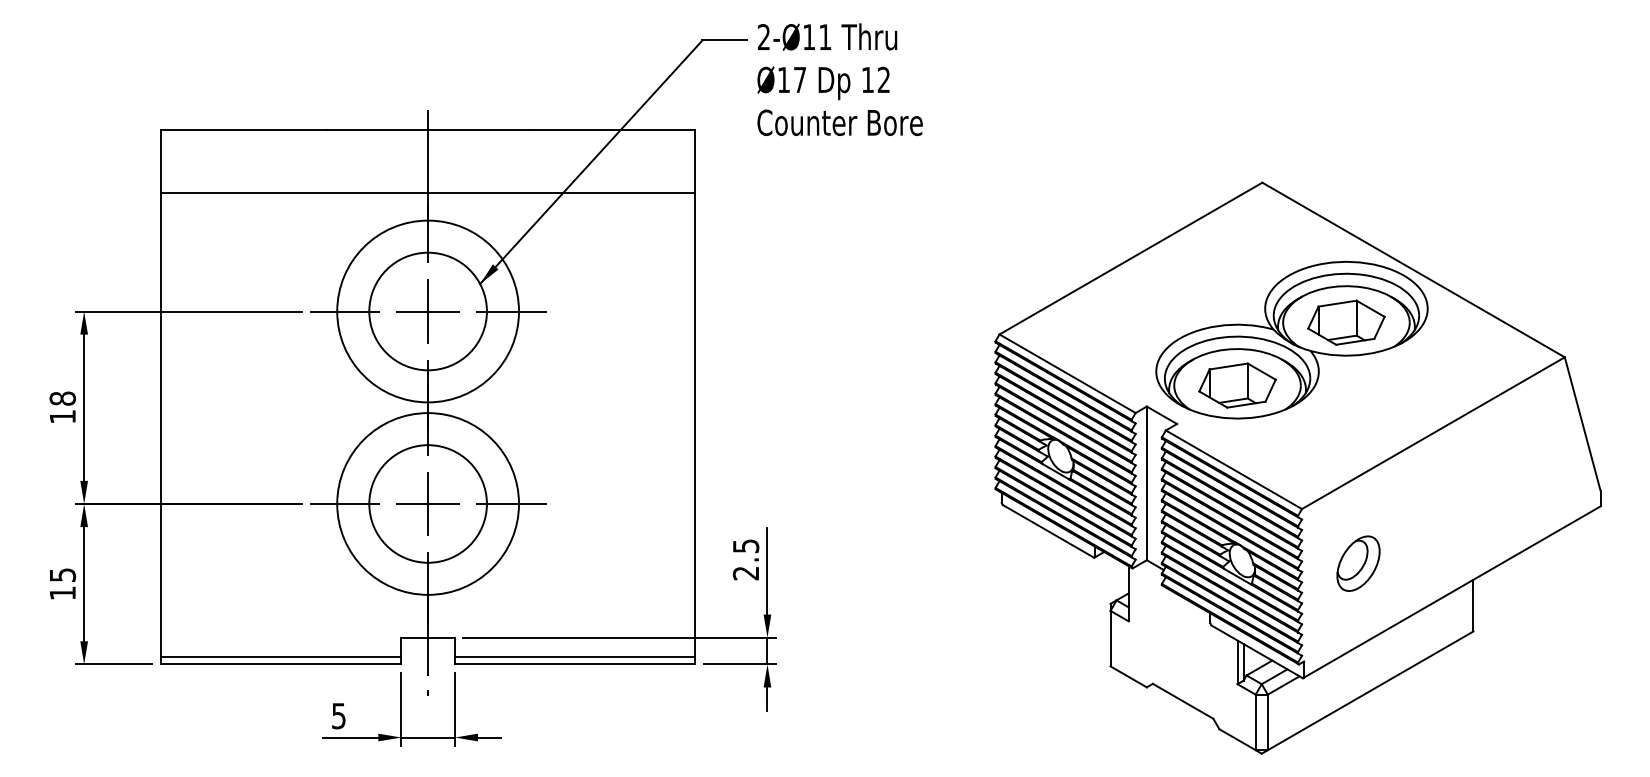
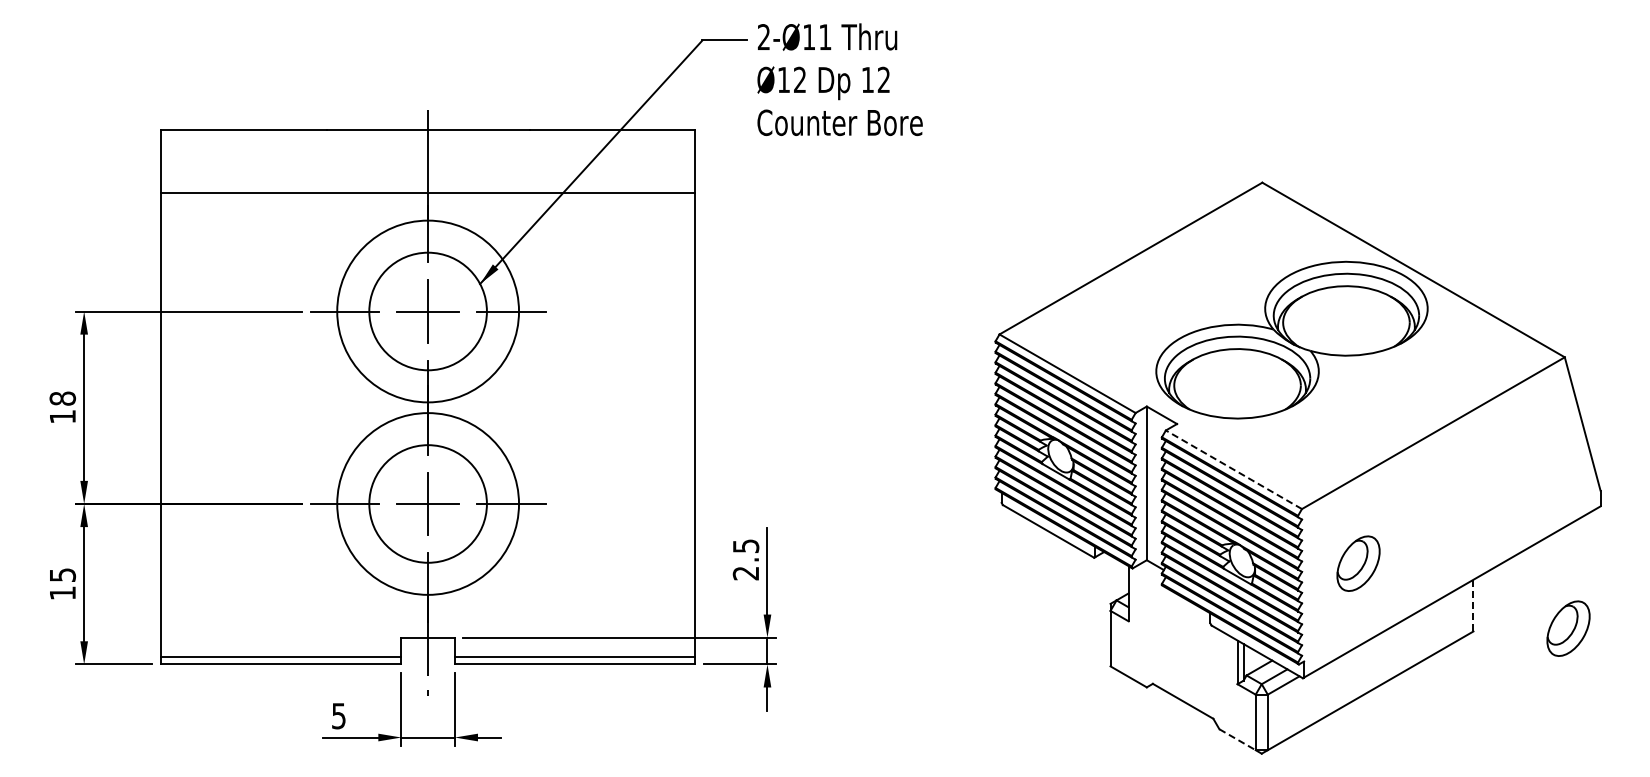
text at (799, 79): Ø17 -> Ø12
part at (1346, 322): present -> none
part at (1237, 385): present -> none
line at (1233, 469): solid -> dashed
line at (1473, 605): solid -> dashed
part at (1568, 628): none -> present
line at (1237, 739): solid -> dashed
